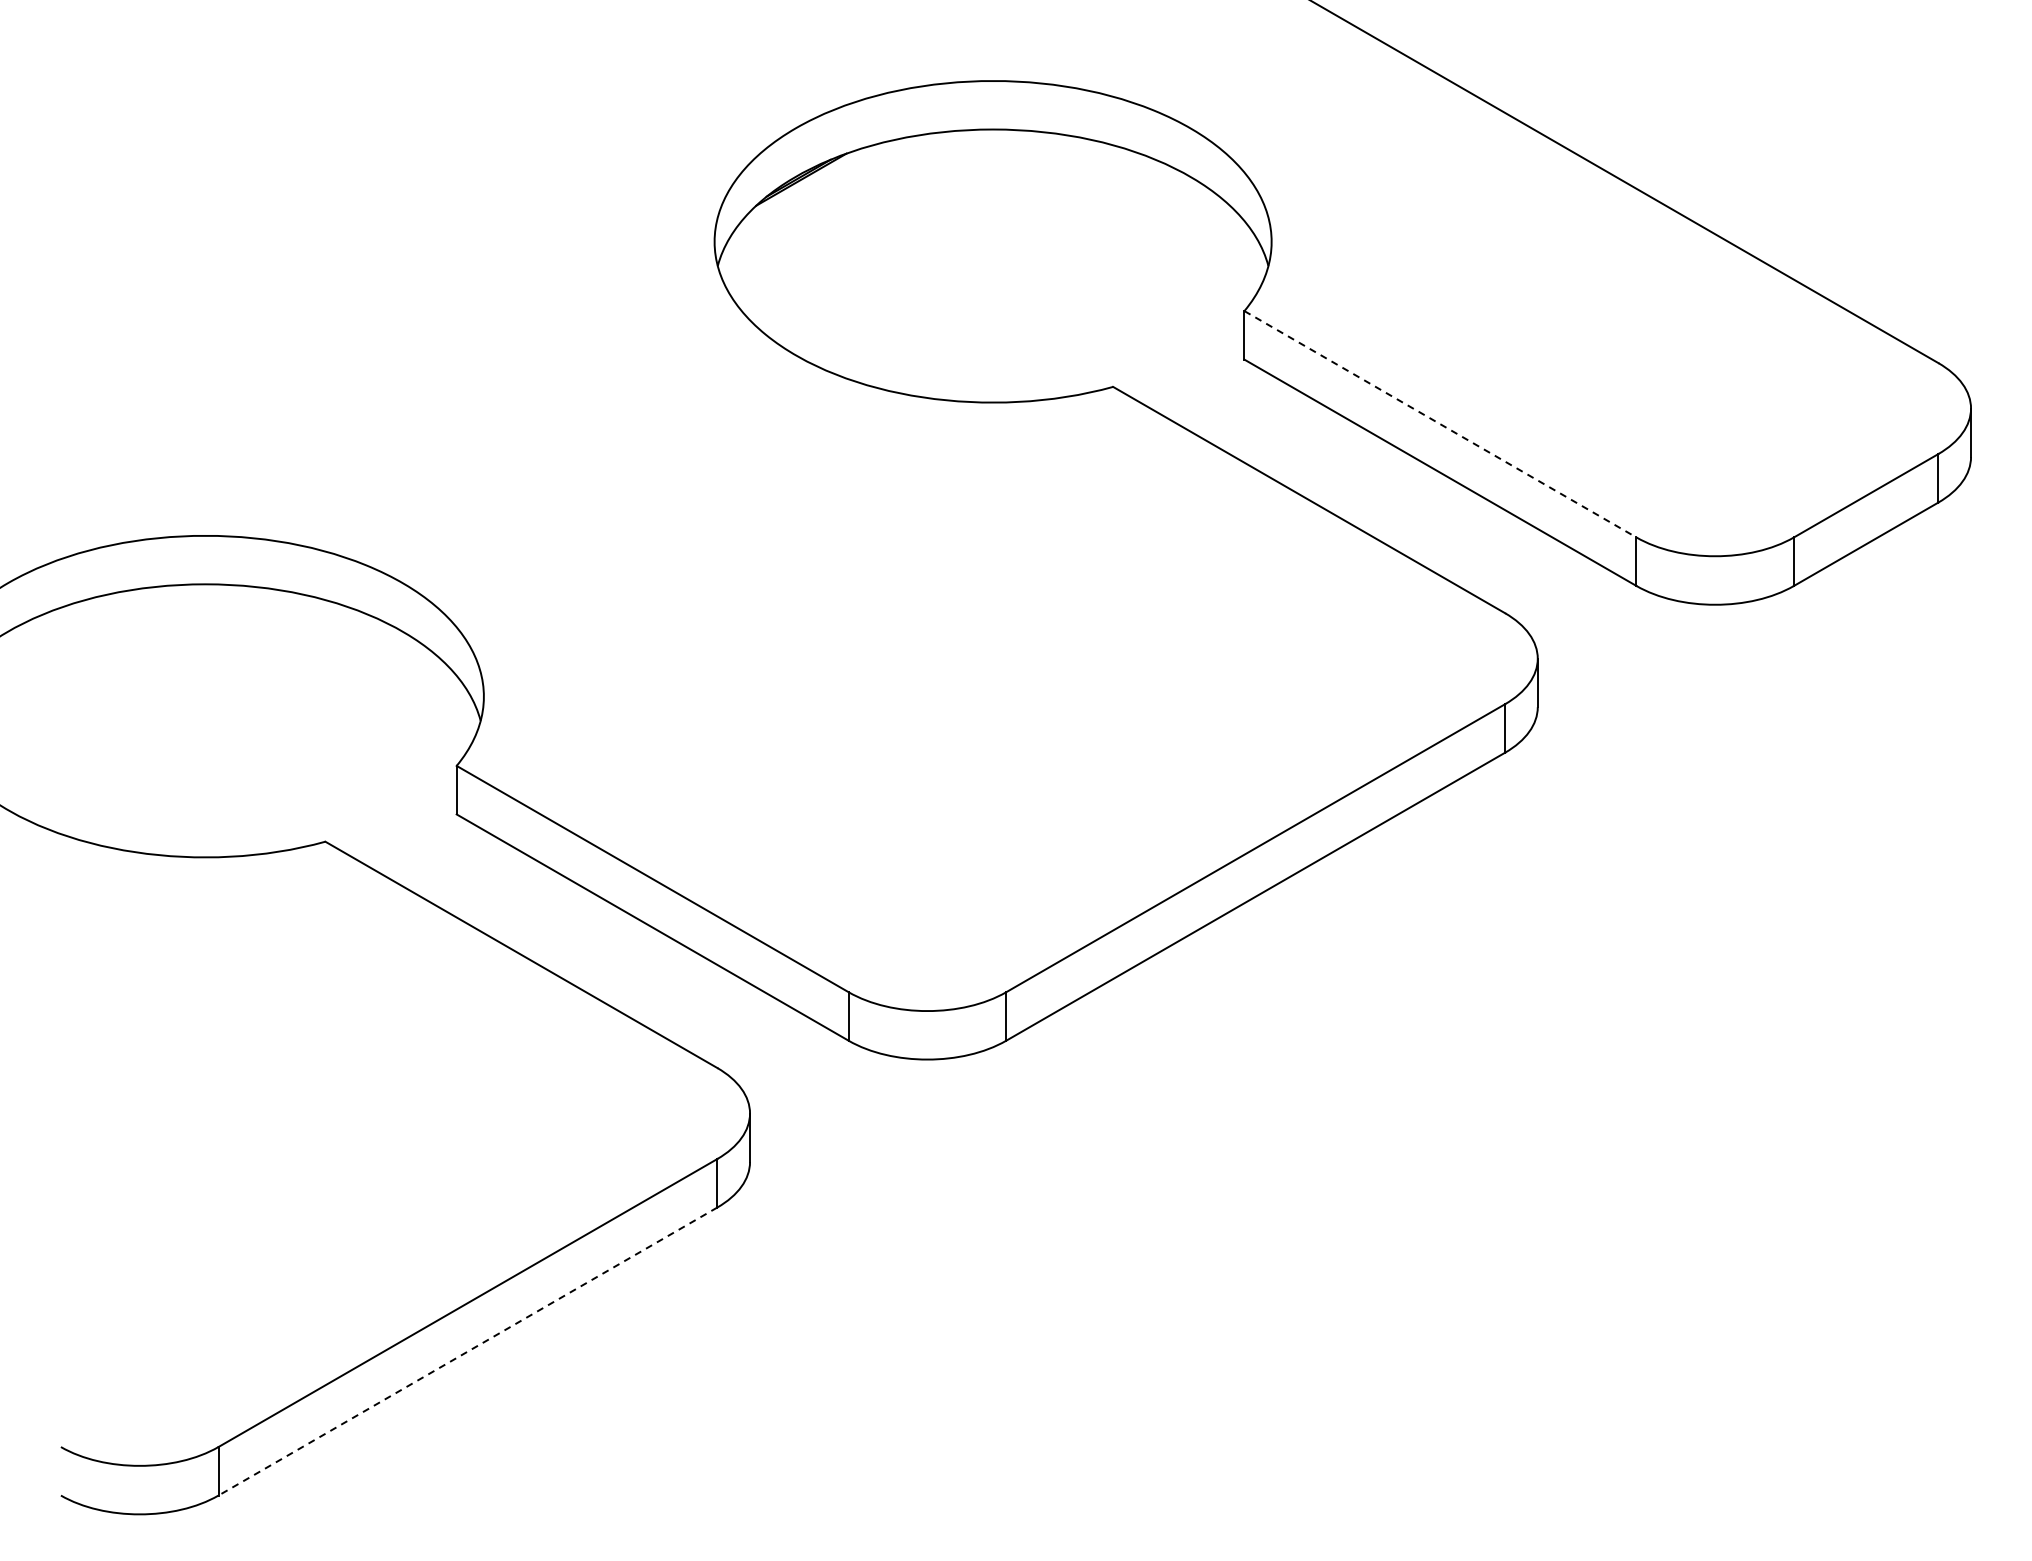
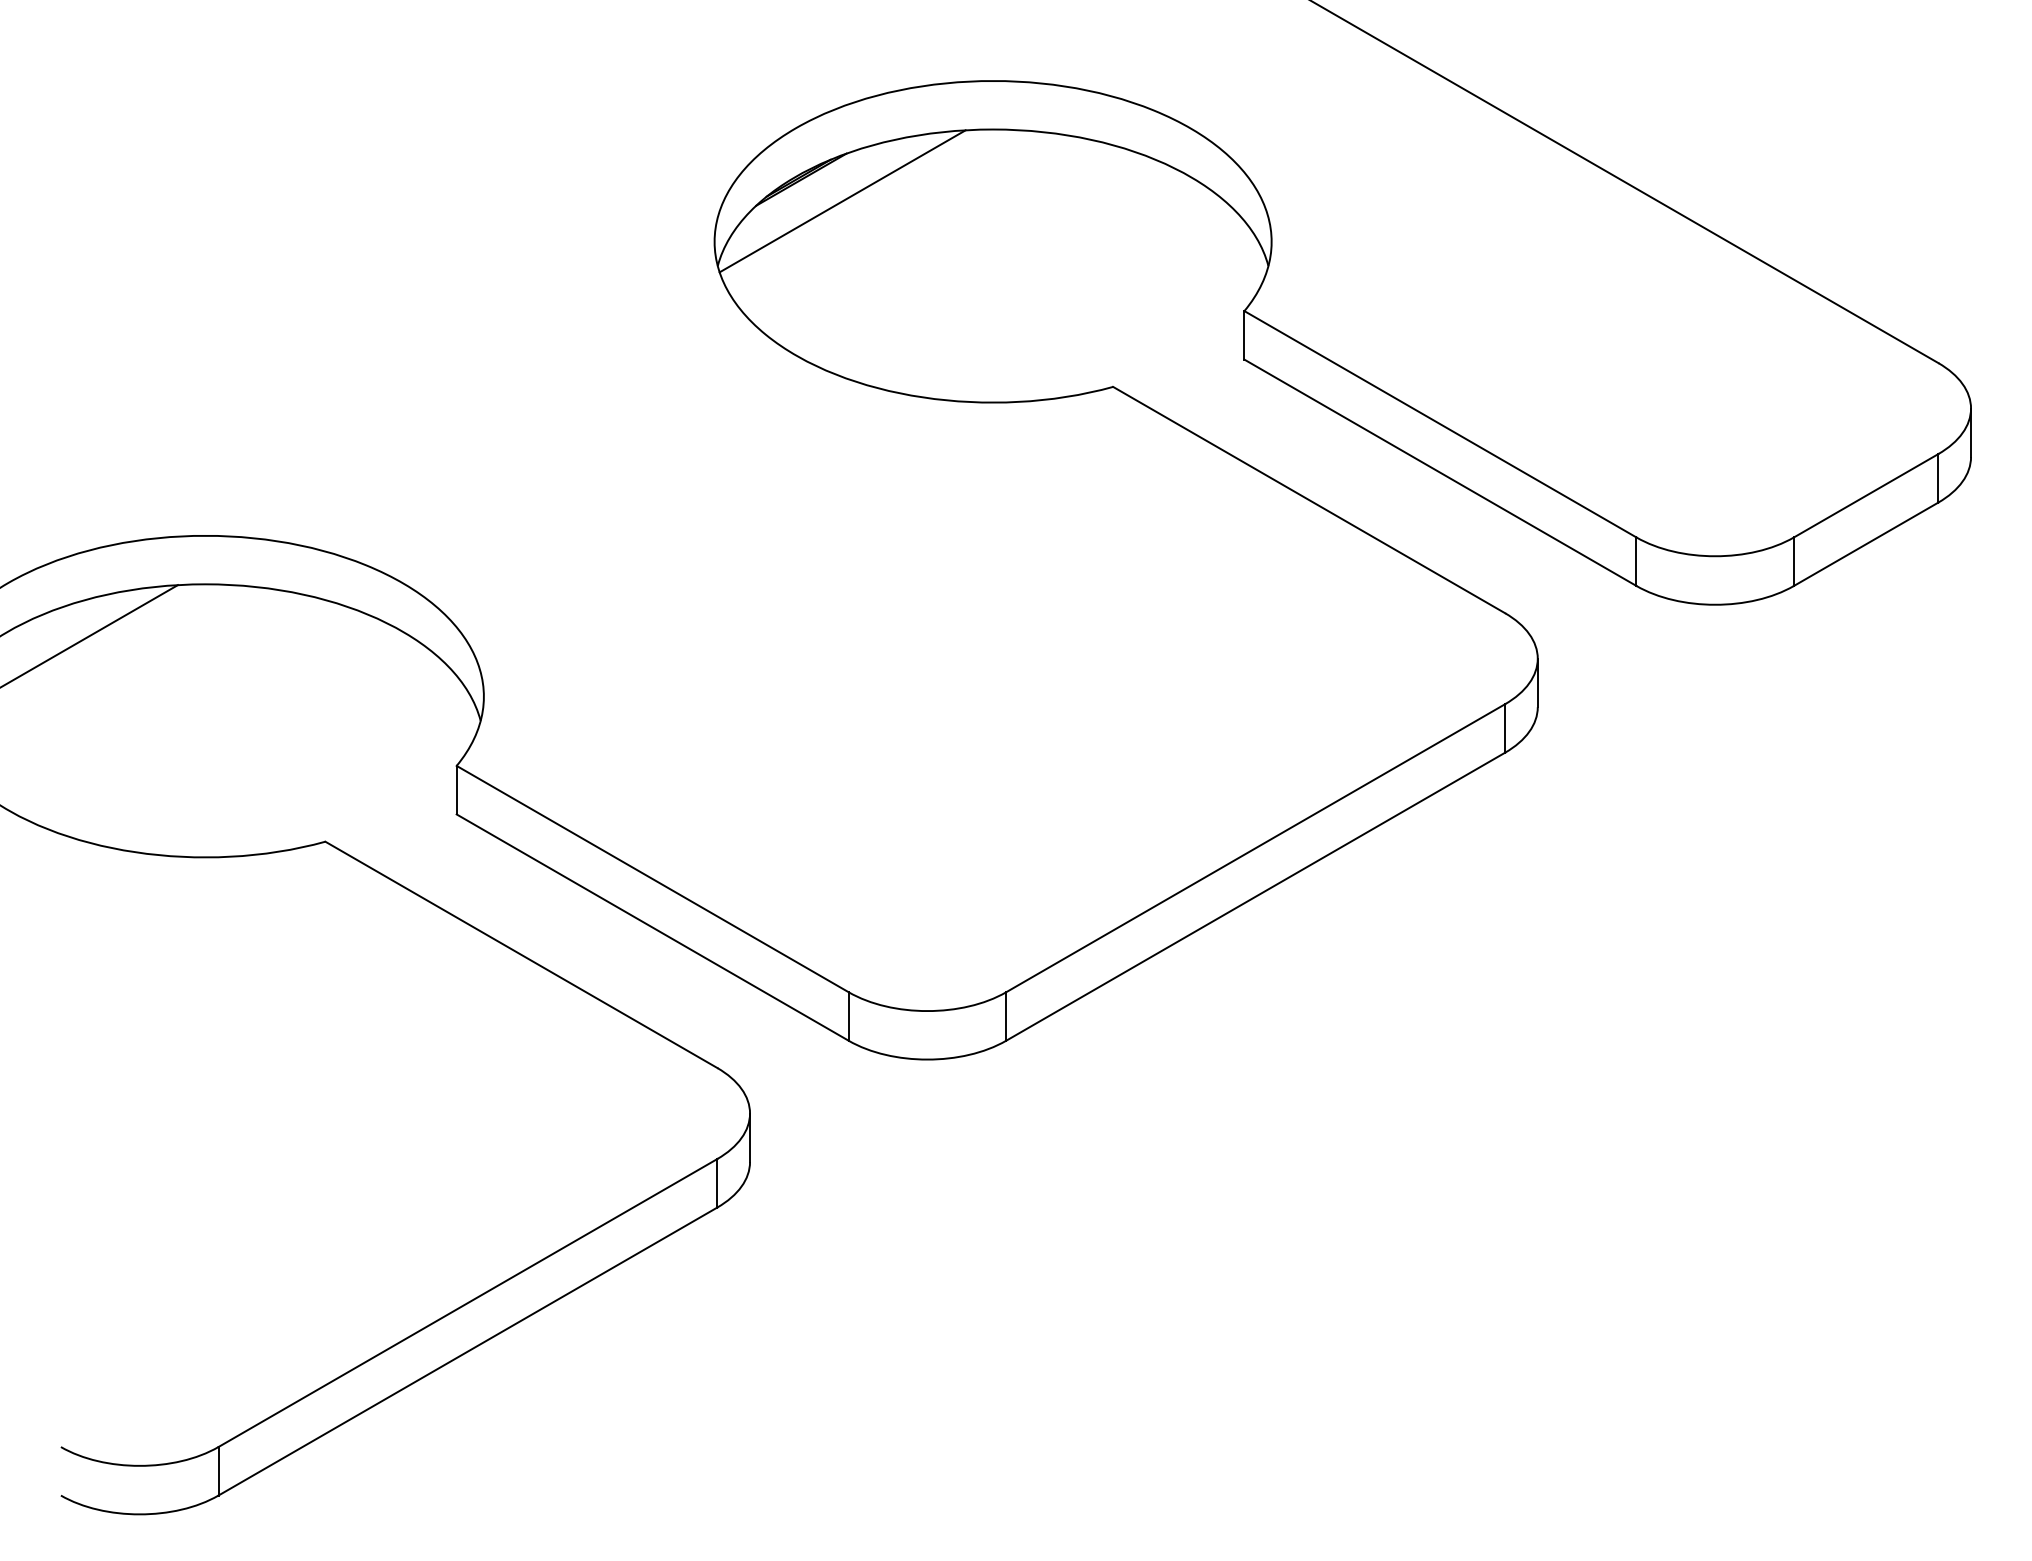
line at (842, 201): none -> present
line at (1440, 424): dashed -> solid
line at (89, 635): none -> present
line at (467, 1351): dashed -> solid
